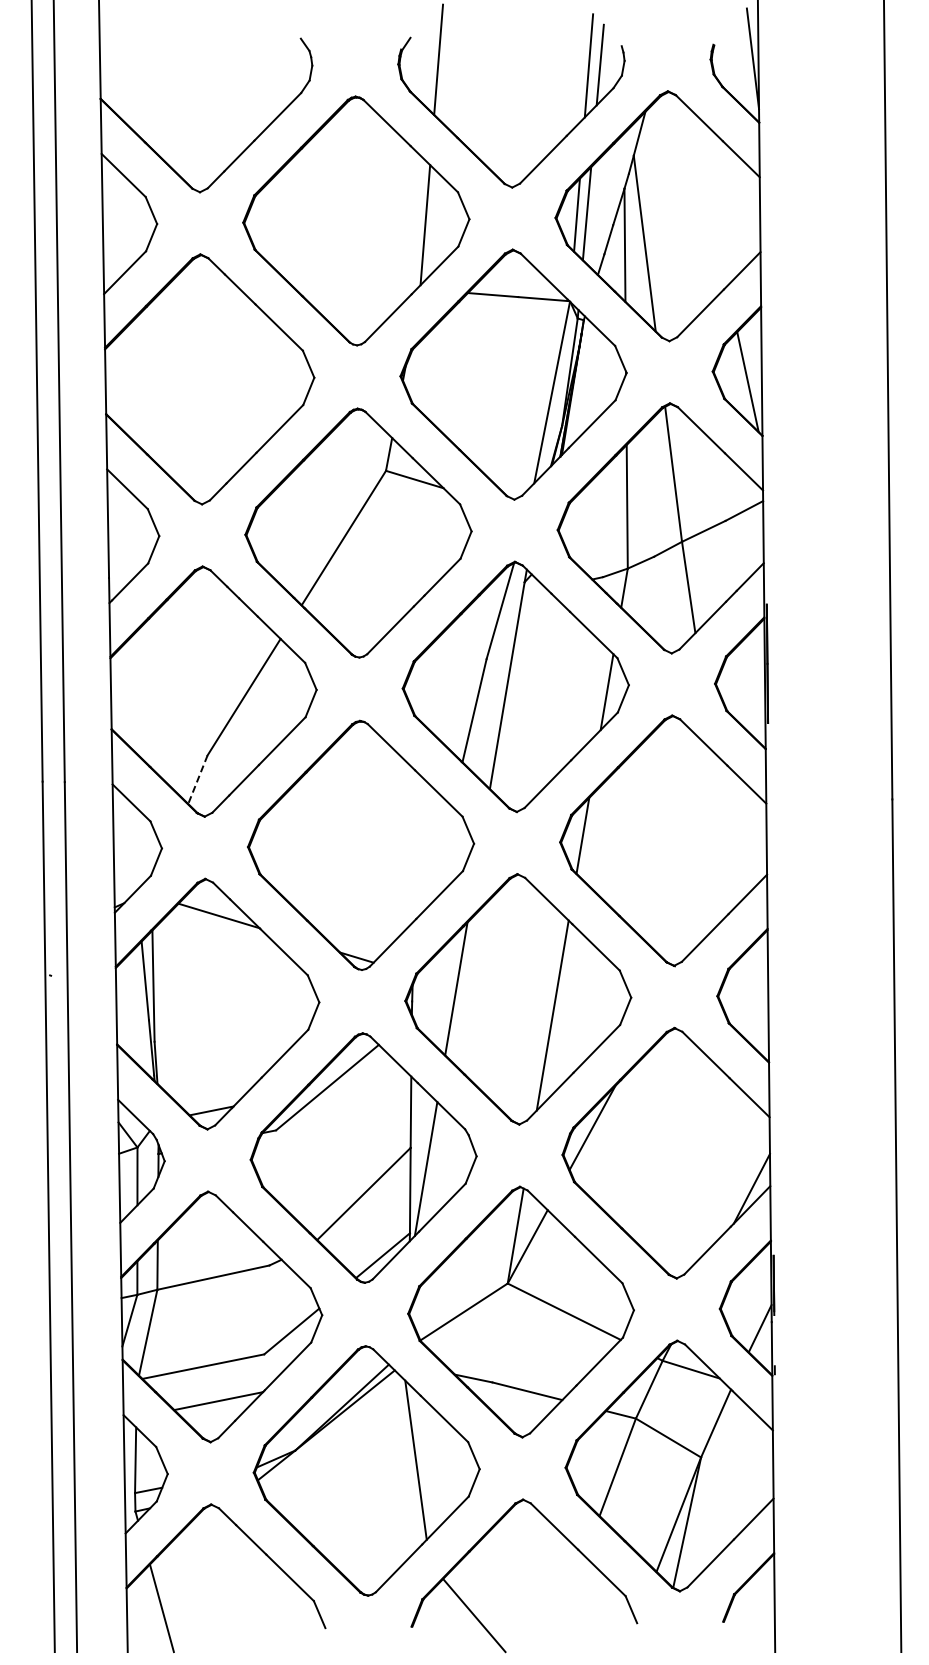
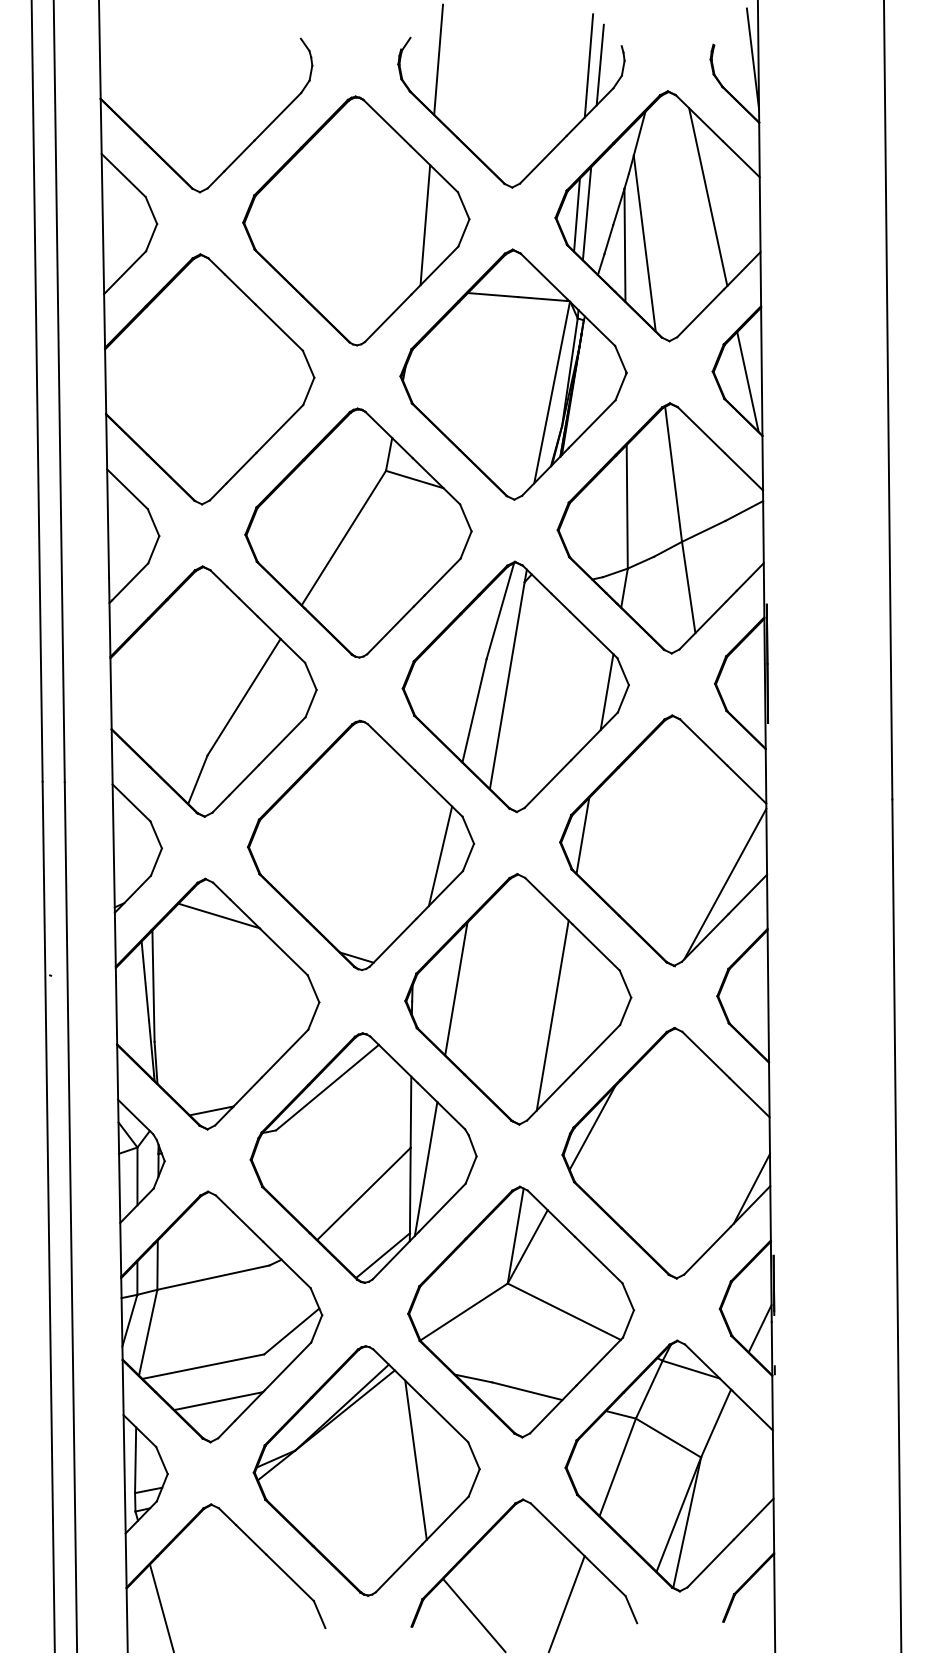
line at (708, 197): none -> present
line at (197, 780): dashed -> solid
line at (440, 856): none -> present
line at (725, 883): none -> present
line at (566, 1604): none -> present
